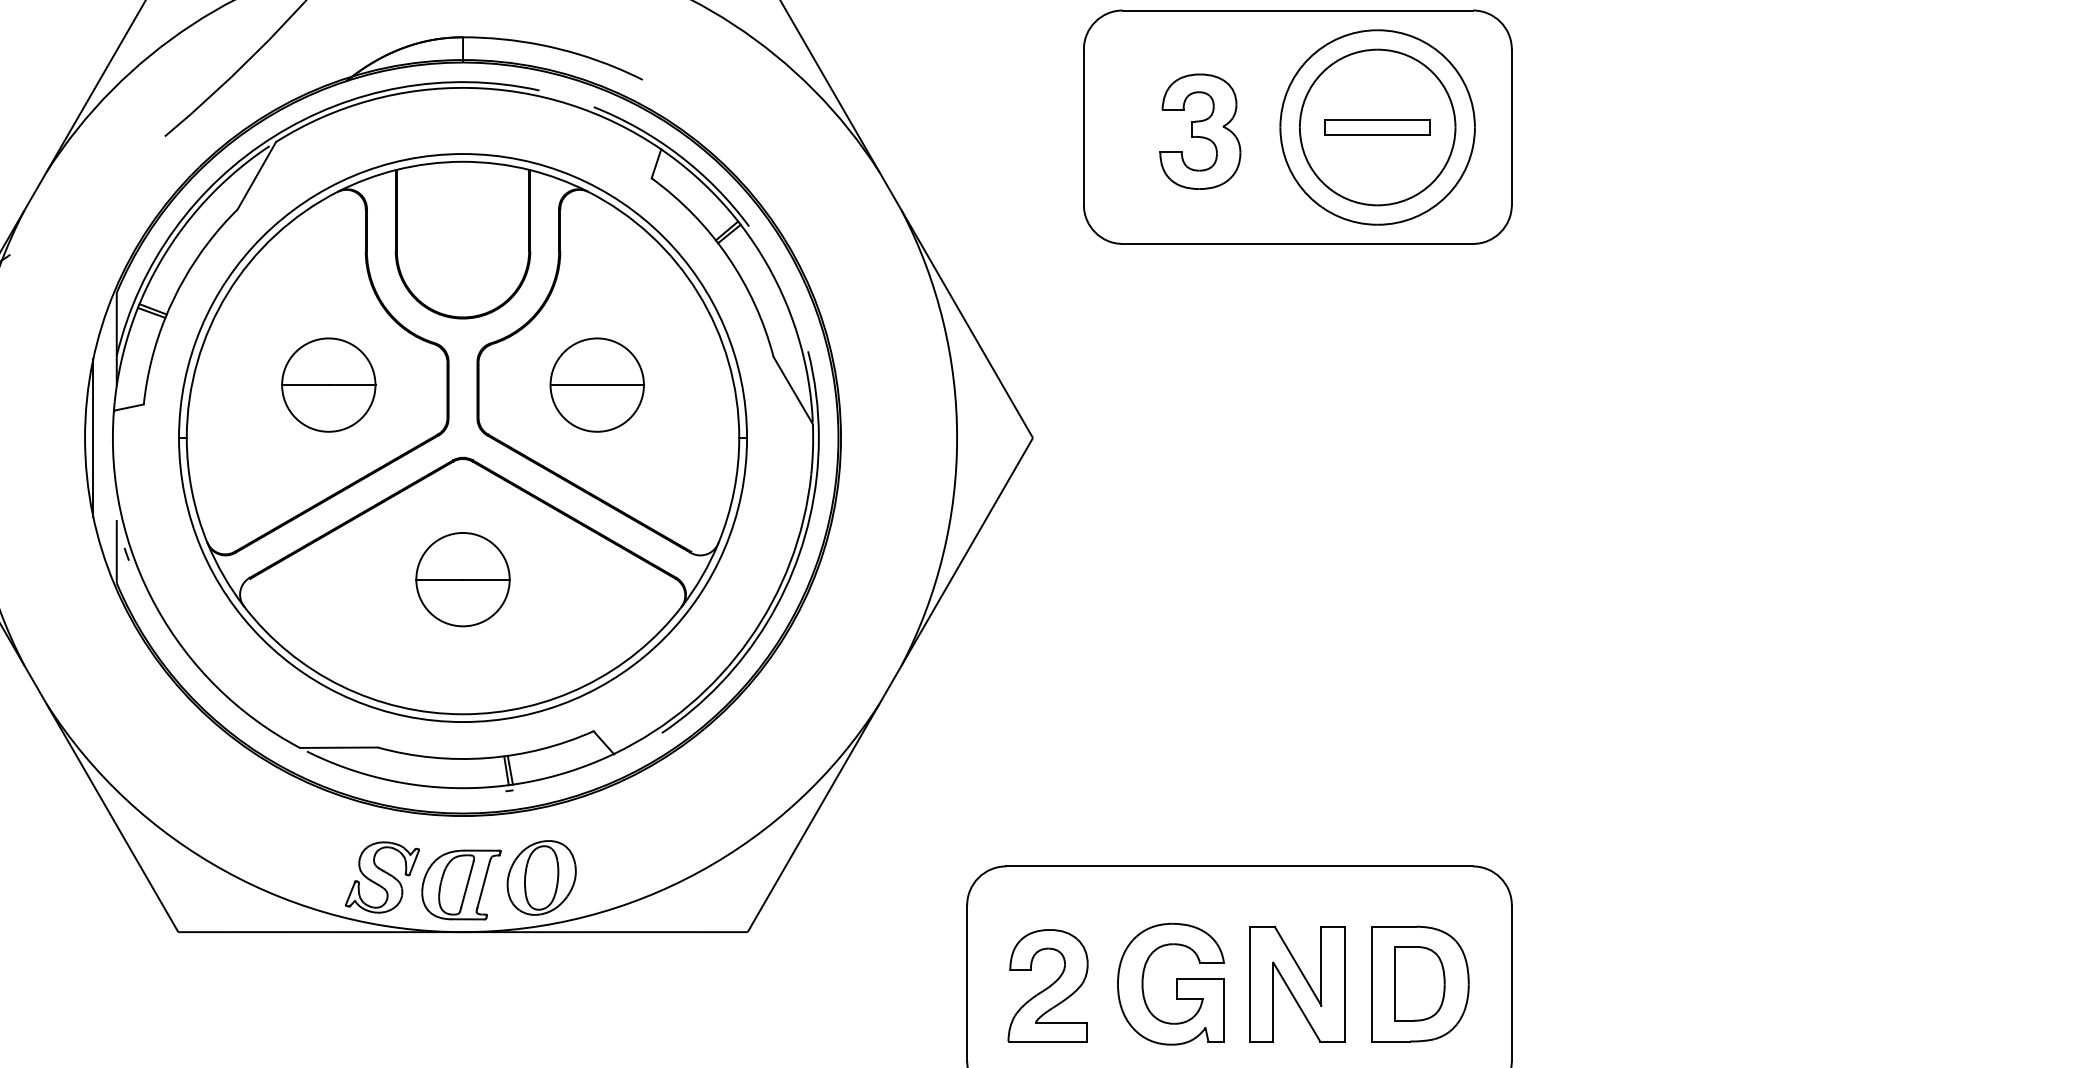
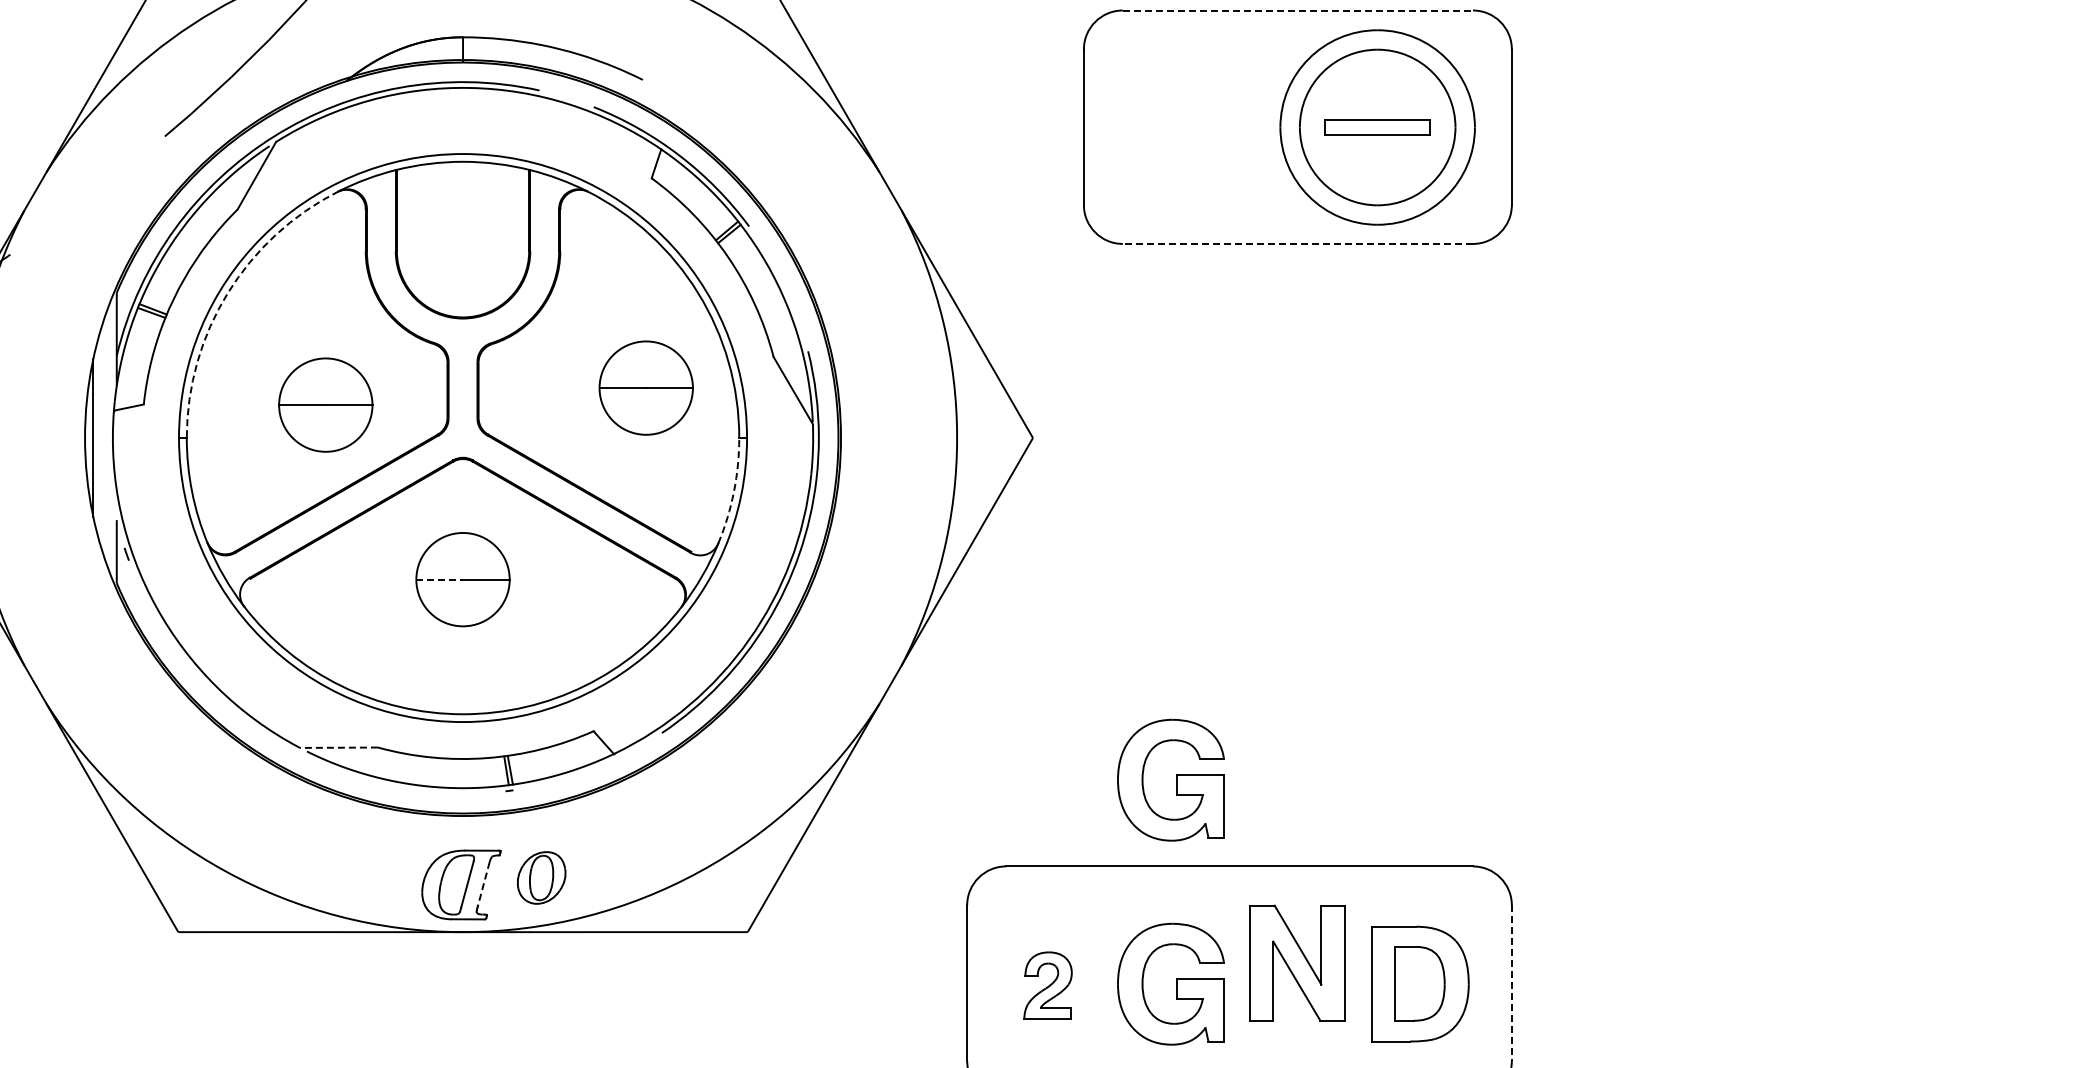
line at (1298, 10): solid -> dashed
part at (1200, 131): present -> none
line at (1297, 243): solid -> dashed
arc at (227, 293): solid -> dashed
part at (328, 384) position: (328, 384) -> (325, 404)
part at (596, 384) position: (596, 384) -> (645, 387)
arc at (733, 491): solid -> dashed
line at (440, 579): solid -> dashed
line at (338, 747): solid -> dashed
part at (1170, 779): none -> present
part at (382, 877): present -> none
part at (541, 877) size: 71x76 px -> 50x54 px
line at (483, 884): solid -> dashed
part at (1297, 983) position: (1297, 983) -> (1297, 962)
line at (1511, 983): solid -> dashed
part at (1047, 985) size: 82x114 px -> 50x69 px
